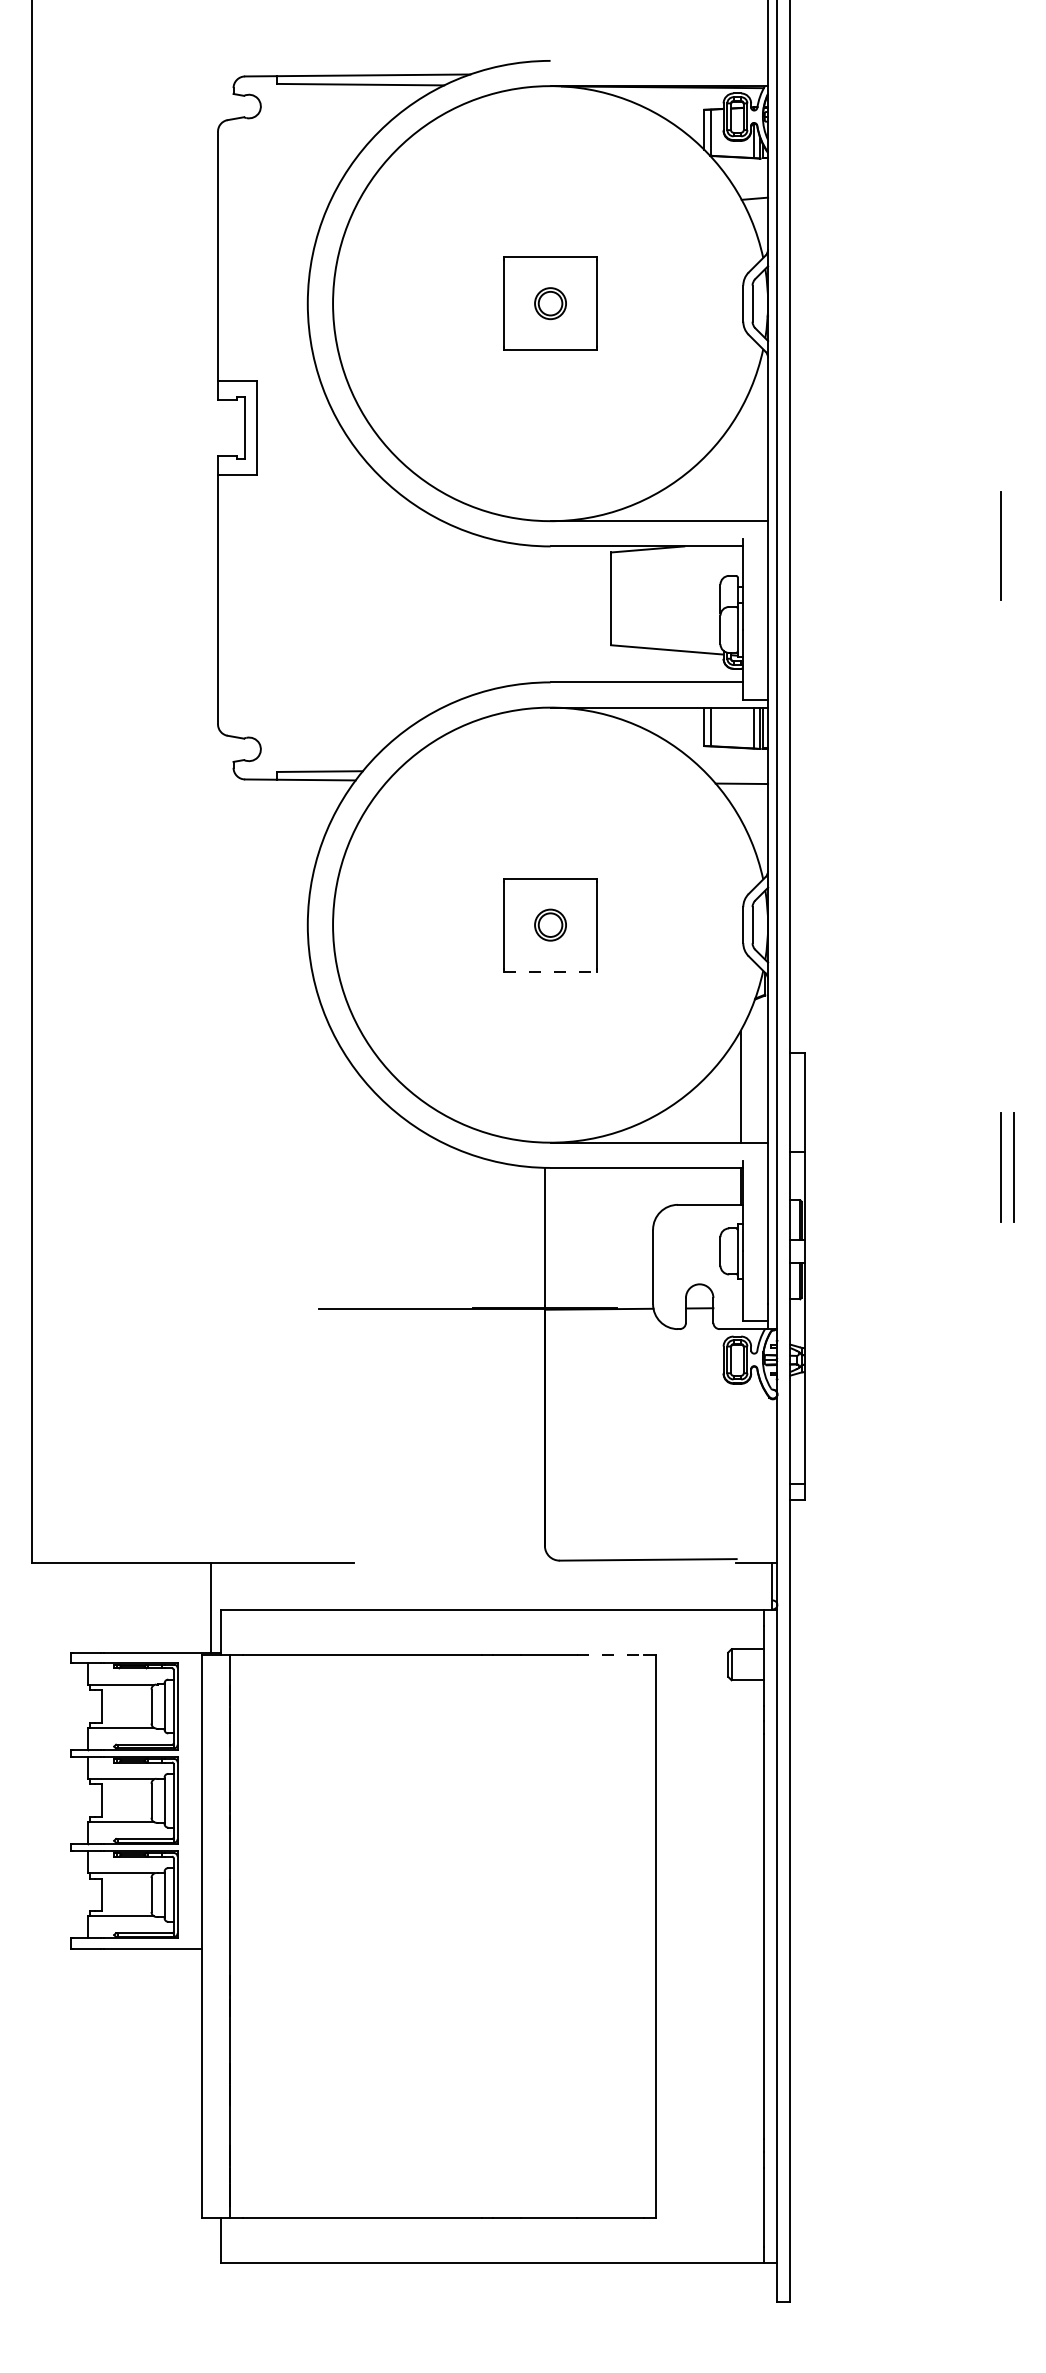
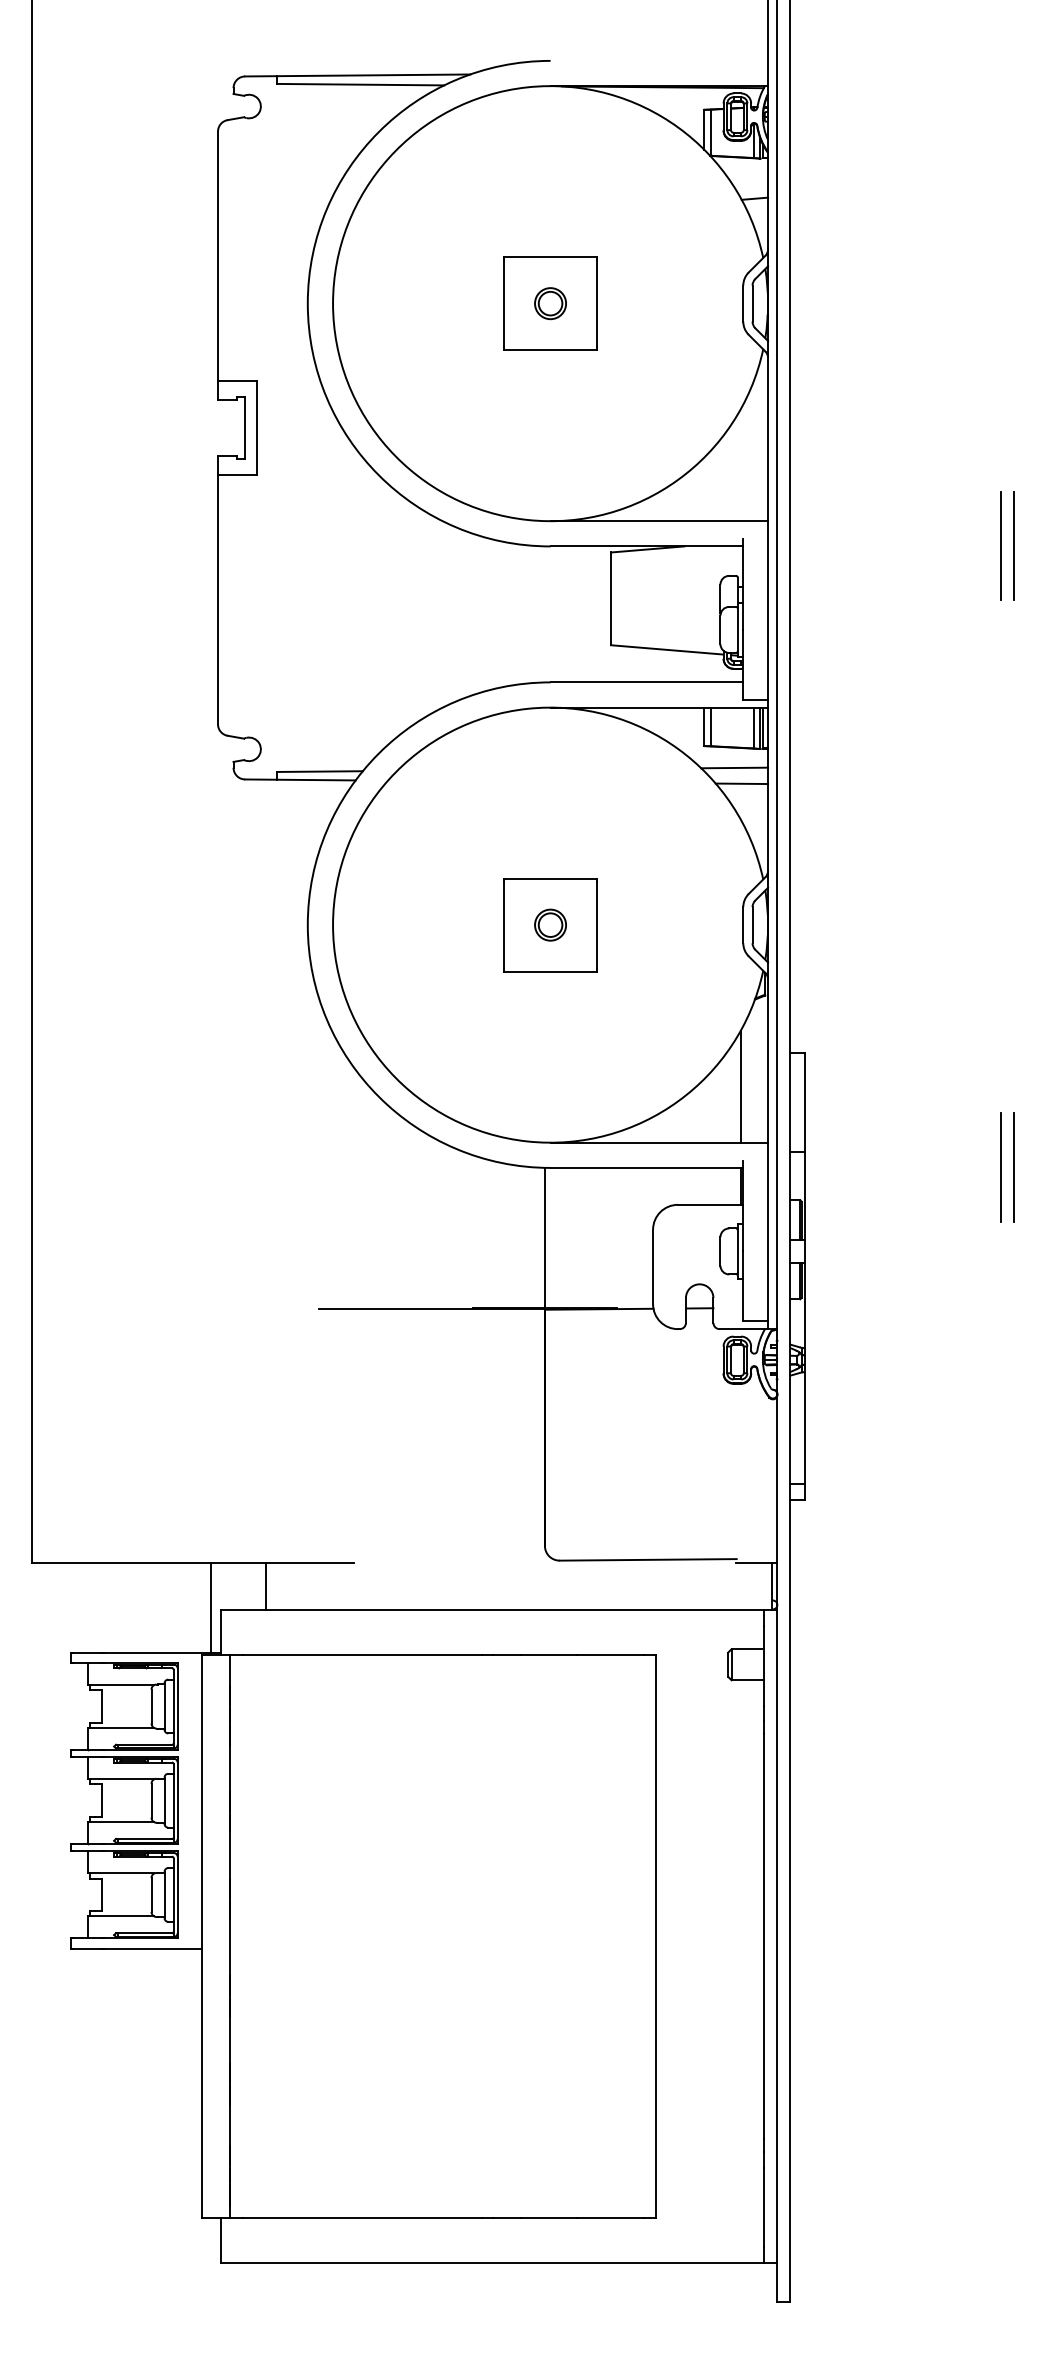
line at (1014, 545): none -> present
line at (734, 767): none -> present
line at (550, 971): dashed -> solid
line at (265, 1586): none -> present
line at (610, 1655): dashed -> solid
